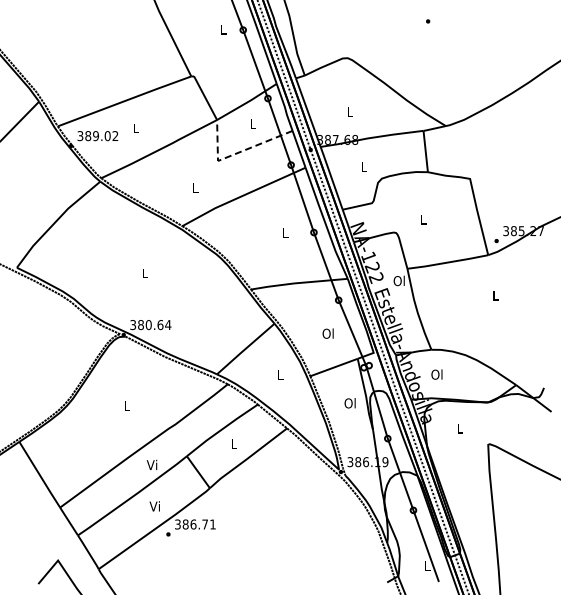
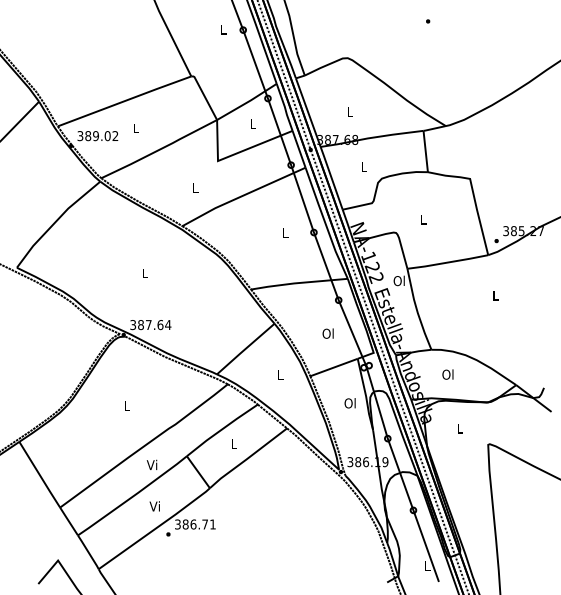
line at (235, 153): dashed -> solid
text at (148, 325): 380.64 -> 387.64
text at (436, 374) position: (436, 374) -> (447, 374)
